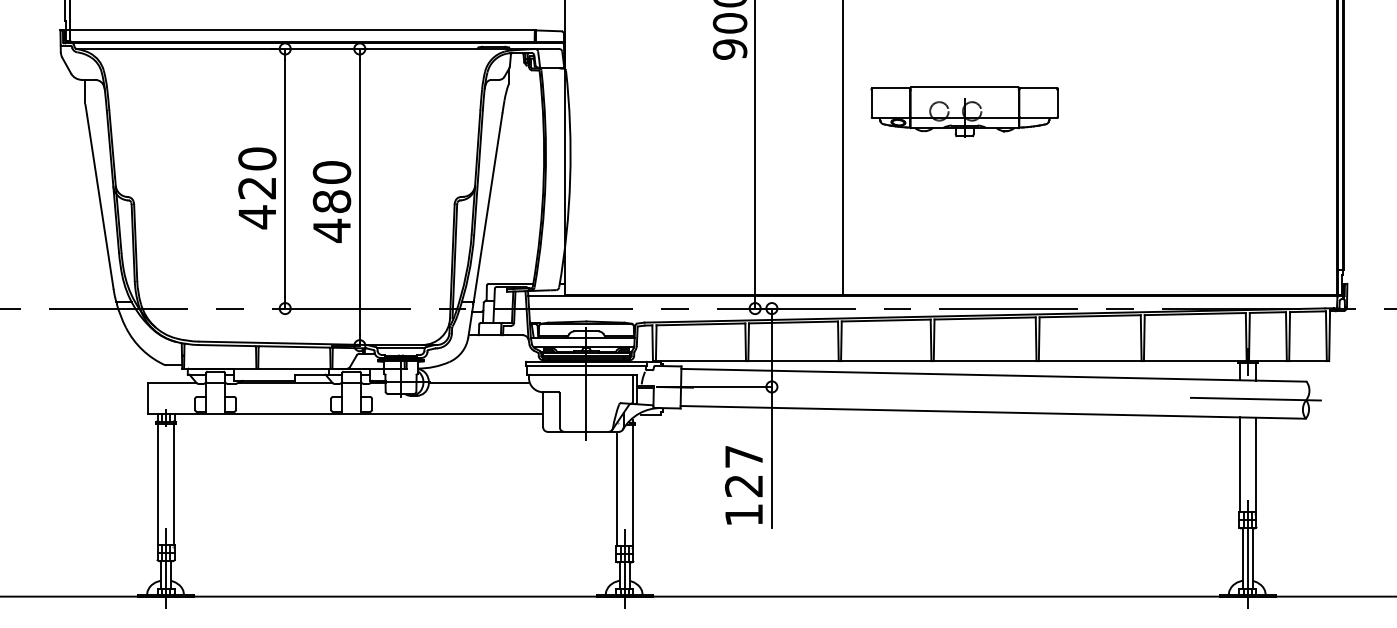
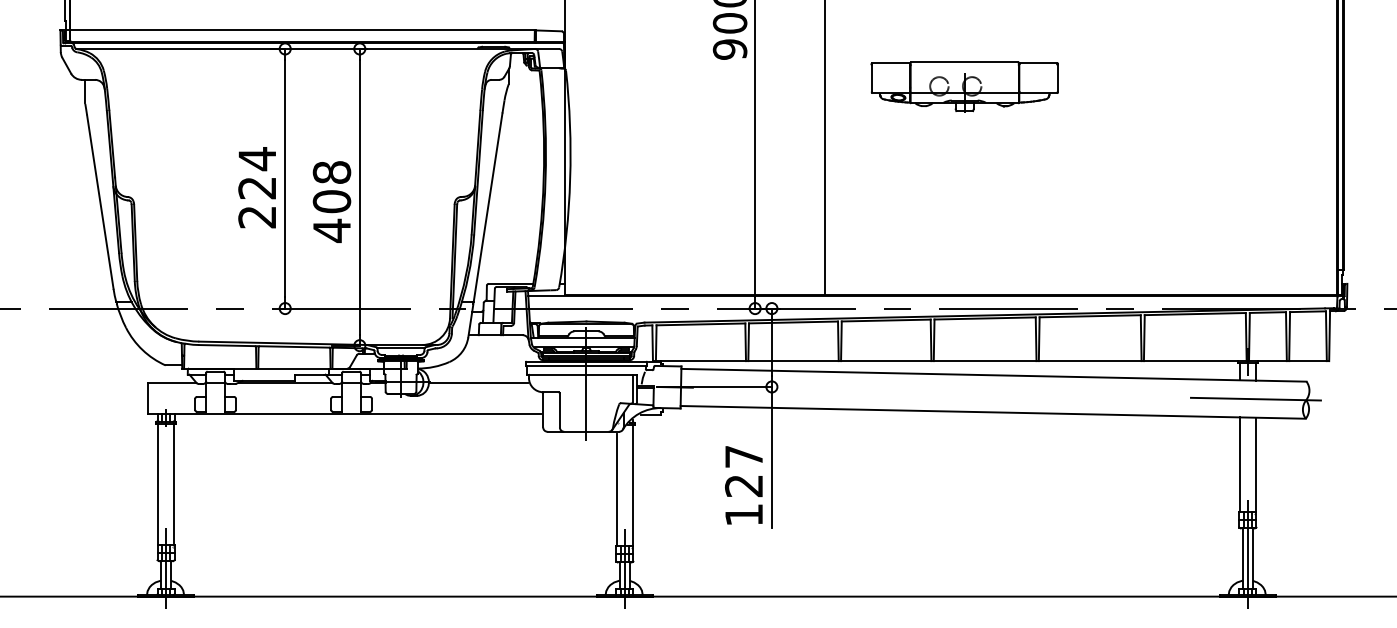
part at (964, 111) position: (964, 111) -> (964, 86)
line at (842, 148) position: (842, 148) -> (824, 148)
text at (331, 187): 480 -> 408
text at (257, 188): 420 -> 224
